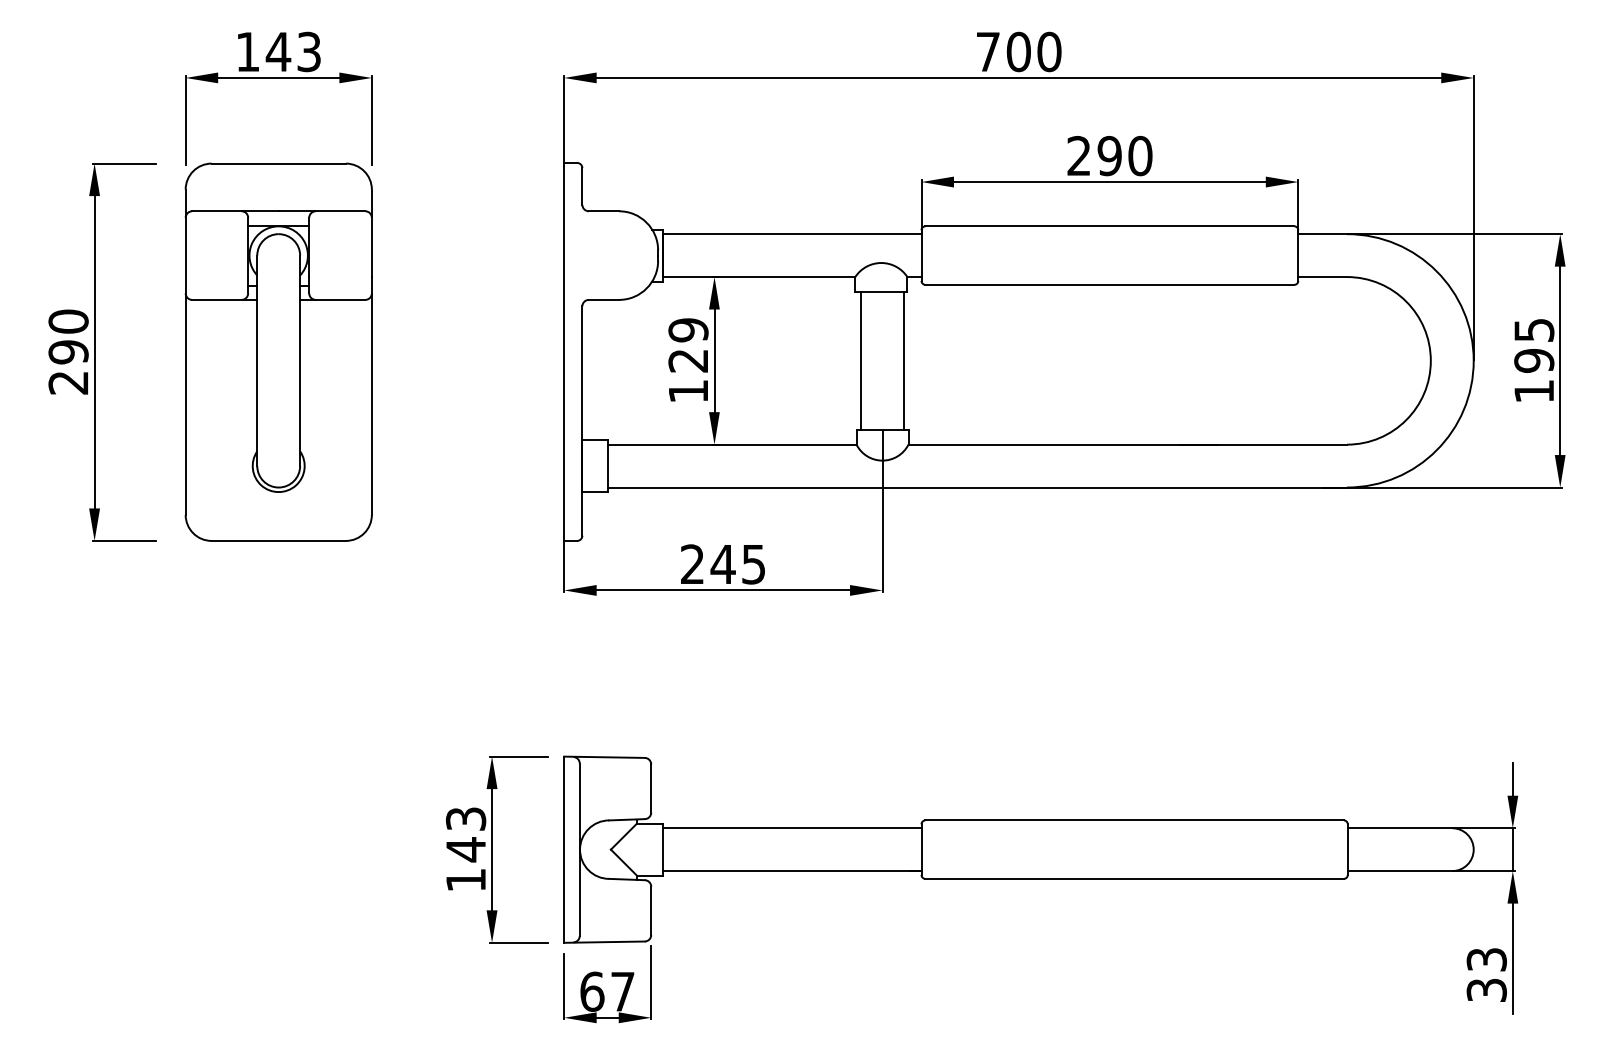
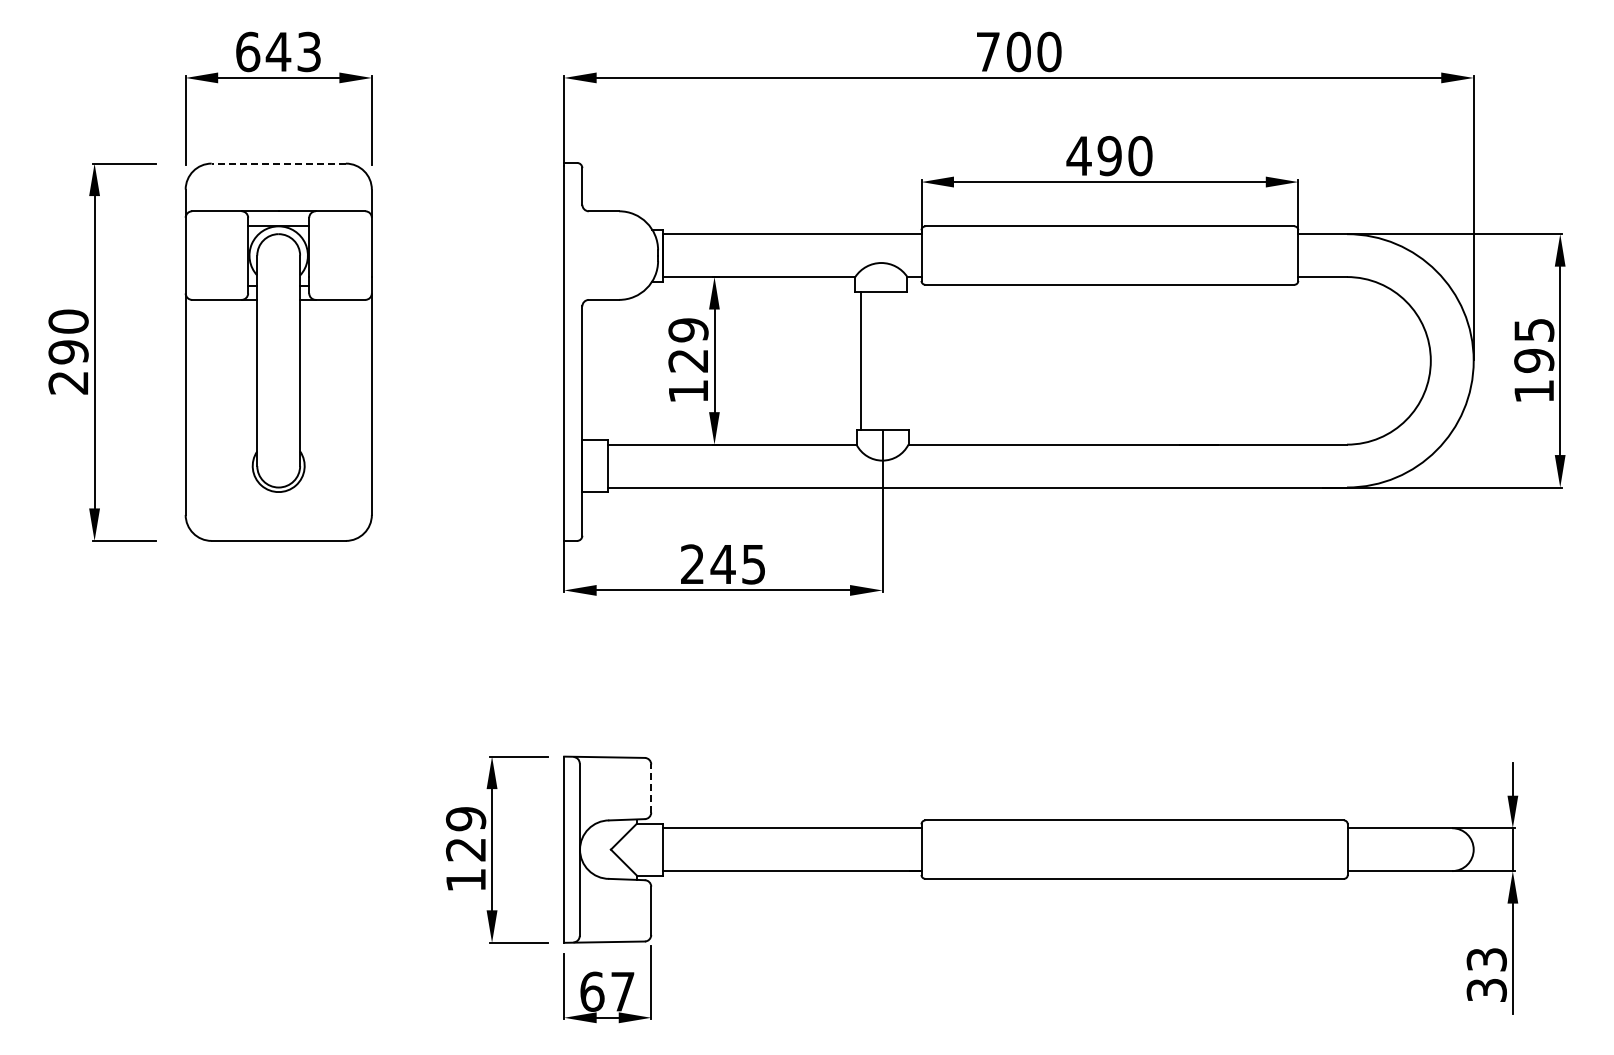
text at (248, 51): 143 -> 643
text at (1078, 155): 290 -> 490
line at (278, 163): solid -> dashed
line at (903, 360): present -> none
line at (651, 788): solid -> dashed
text at (466, 834): 143 -> 129
